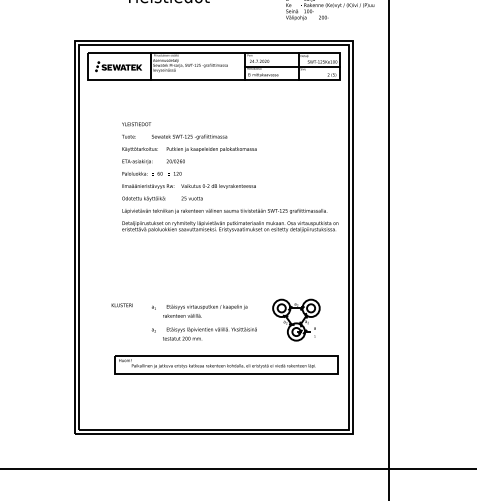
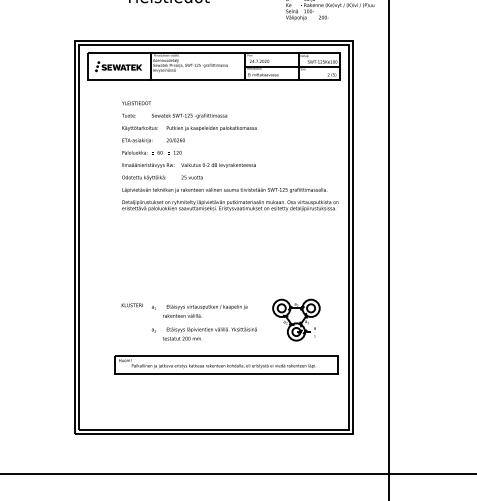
text at (230, 177) position: (230, 177) -> (230, 156)
text at (121, 305) position: (121, 305) -> (131, 305)
line at (237, 468) position: (237, 468) -> (237, 473)
